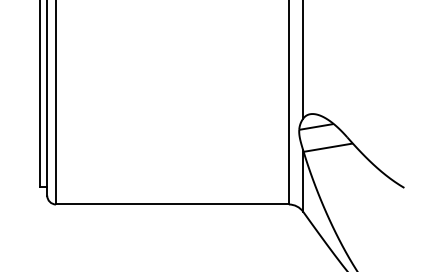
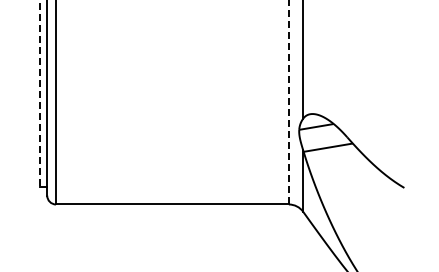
line at (40, 93): solid -> dashed
line at (288, 102): solid -> dashed
